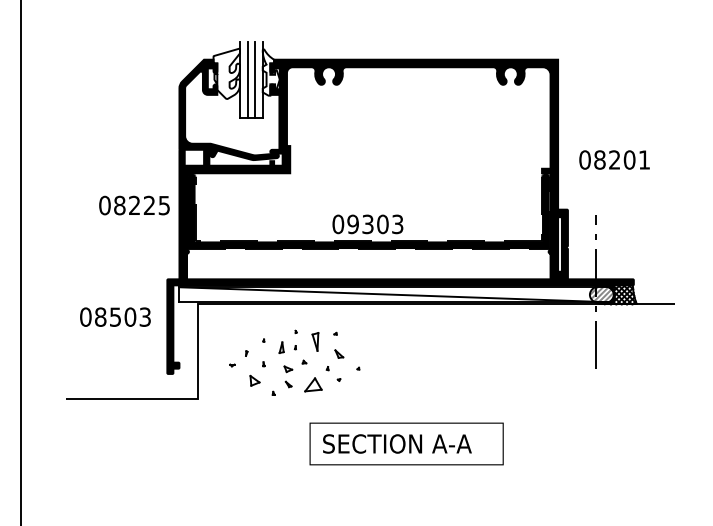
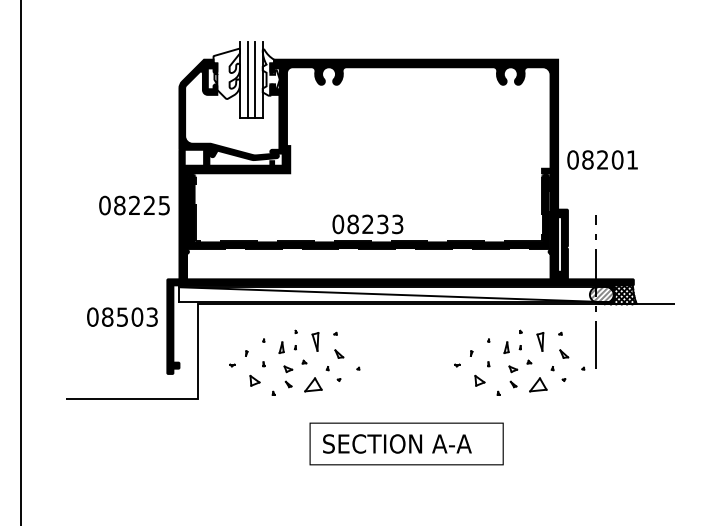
text at (614, 159) position: (614, 159) -> (602, 159)
text at (367, 224): 09303 -> 08233
text at (115, 316) position: (115, 316) -> (122, 316)
part at (517, 368): none -> present
